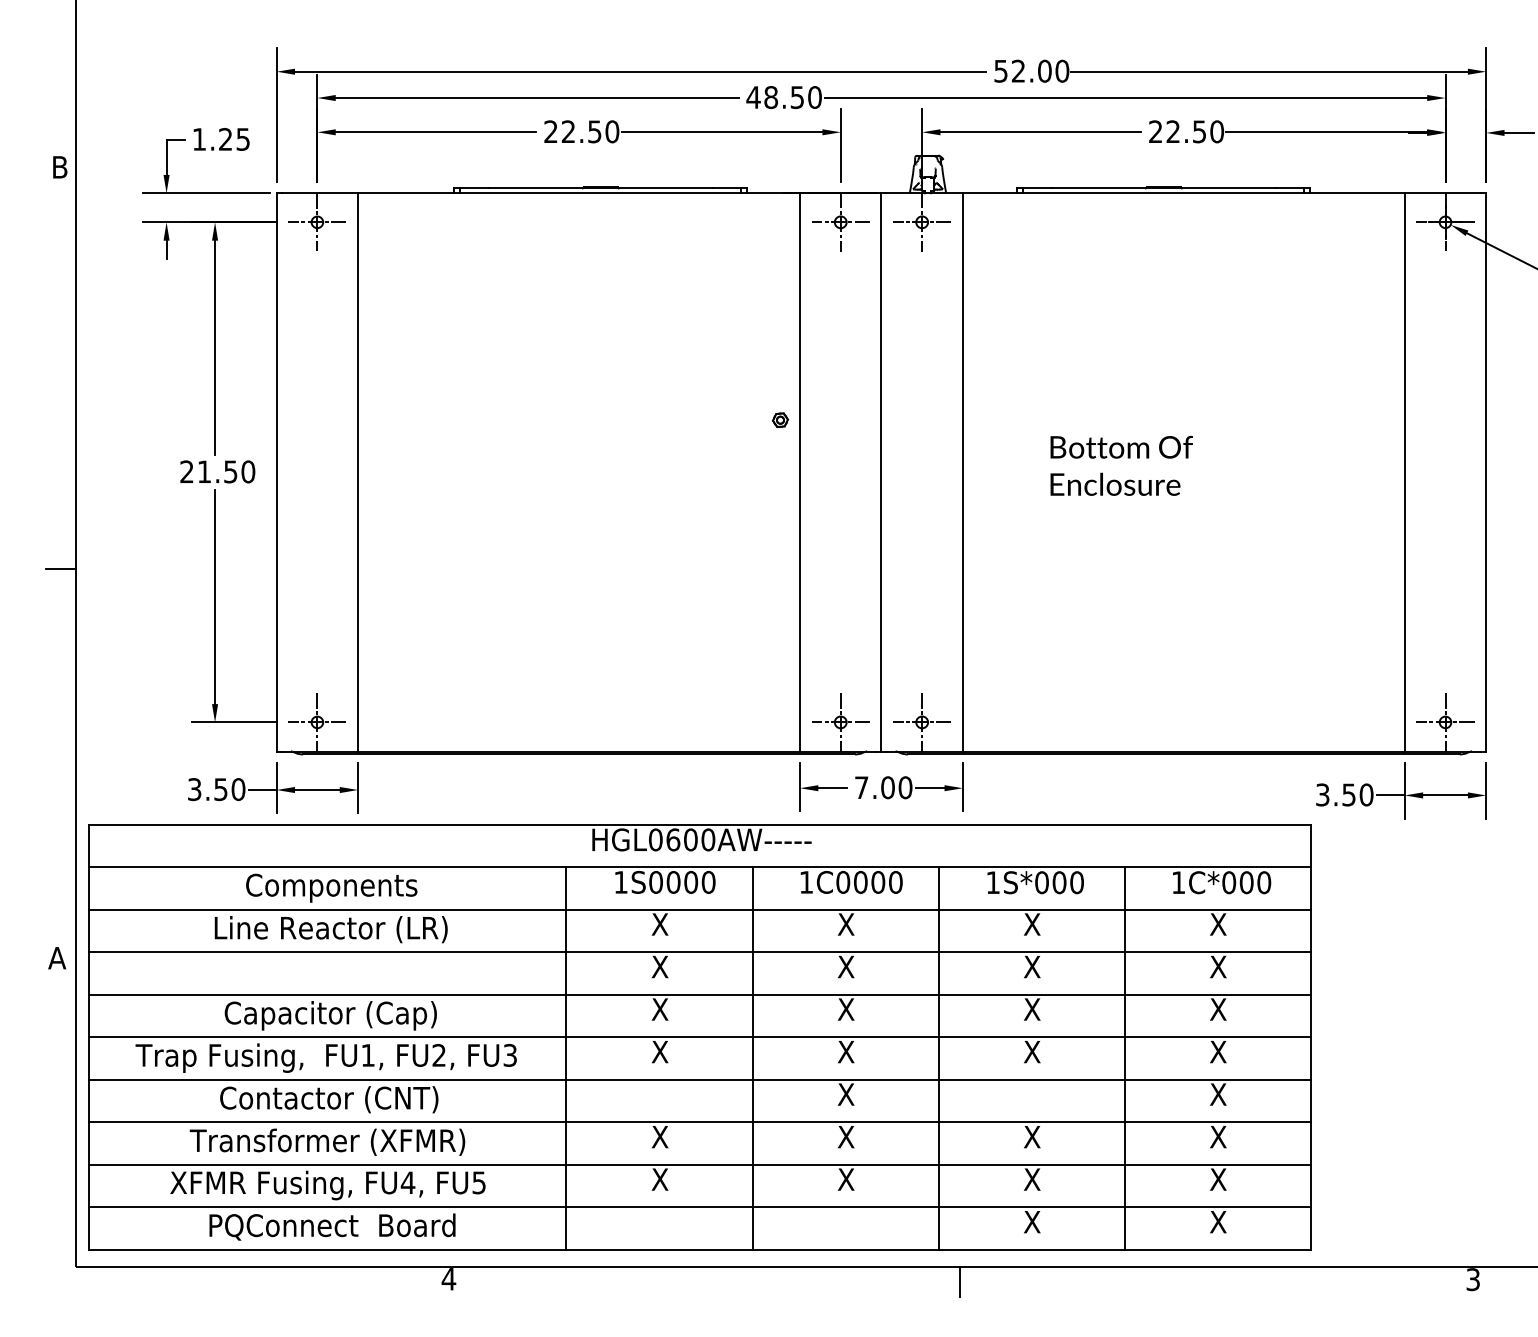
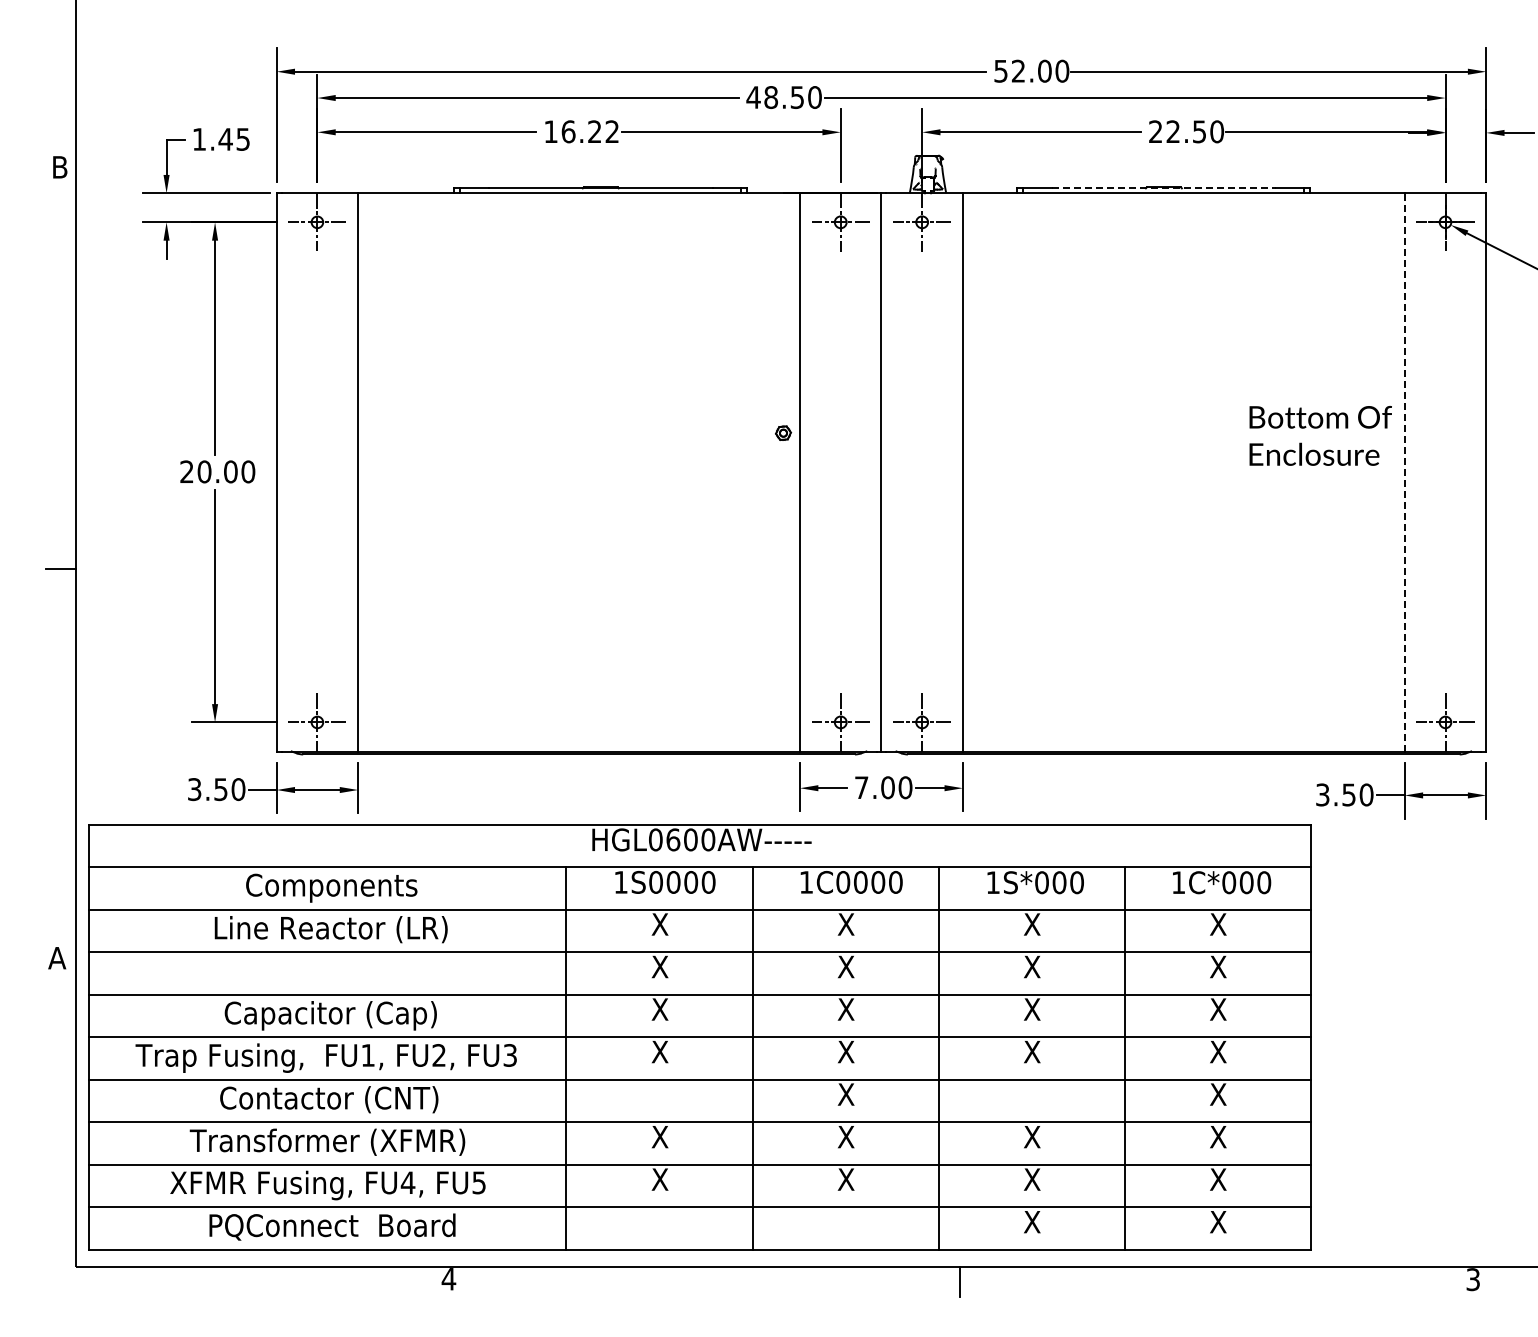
text at (581, 131): 22.50 -> 16.22
text at (225, 139): 1.25 -> 1.45
line at (1163, 188): solid -> dashed
part at (780, 419) position: (780, 419) -> (783, 432)
text at (1121, 465) position: (1121, 465) -> (1320, 435)
text at (217, 471): 21.50 -> 20.00
line at (1404, 471): solid -> dashed
